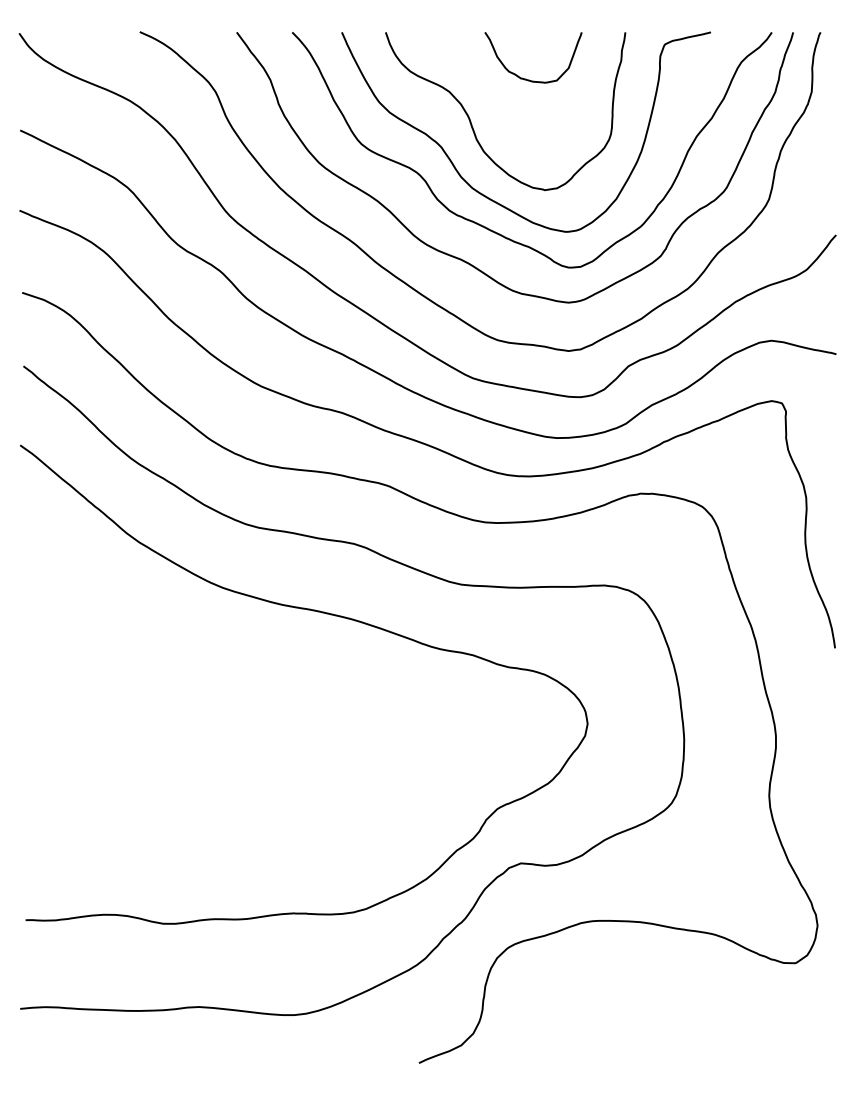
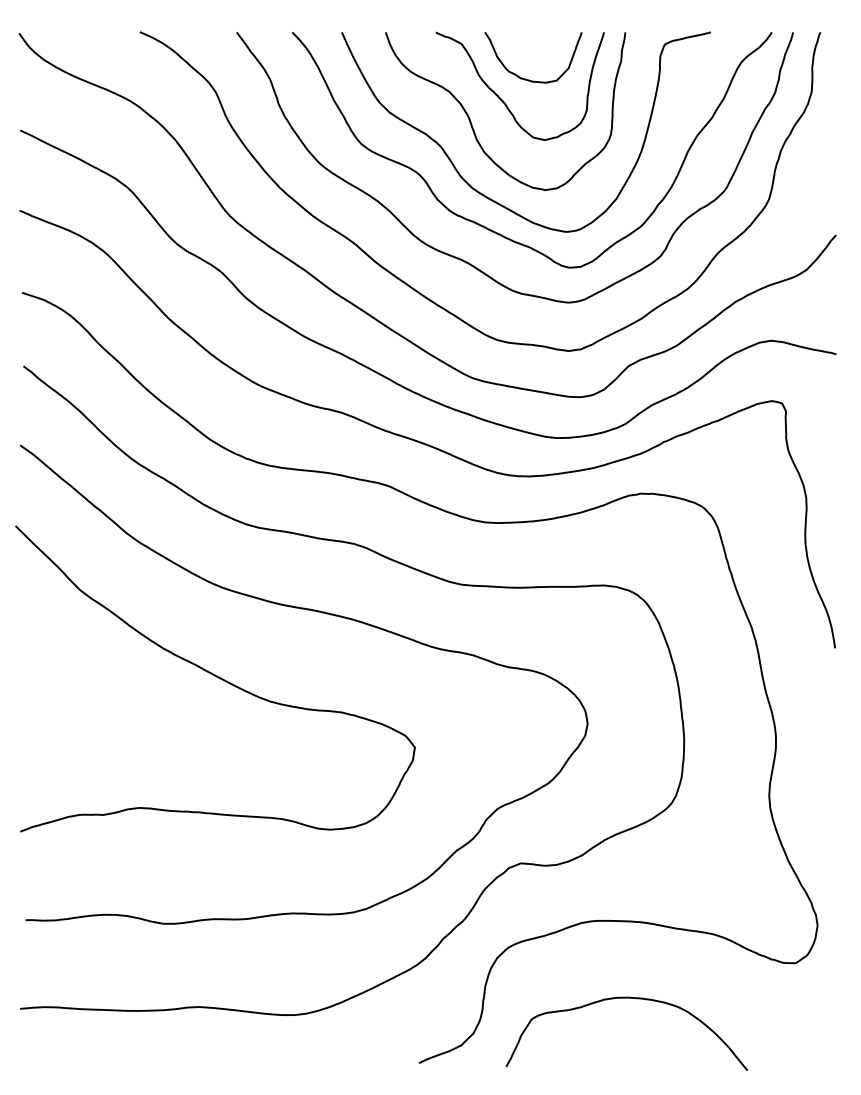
curve at (503, 100): none -> present
curve at (216, 677): none -> present
curve at (626, 998): none -> present
